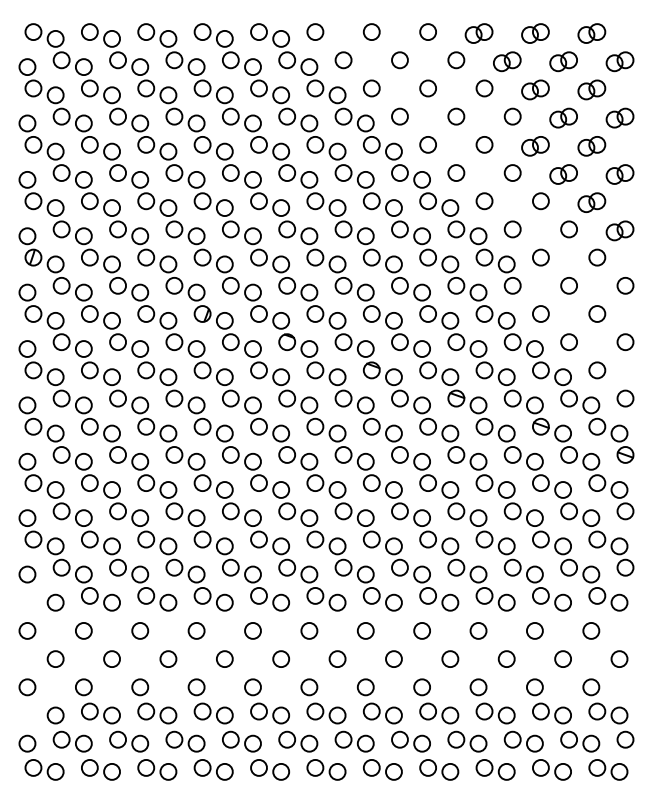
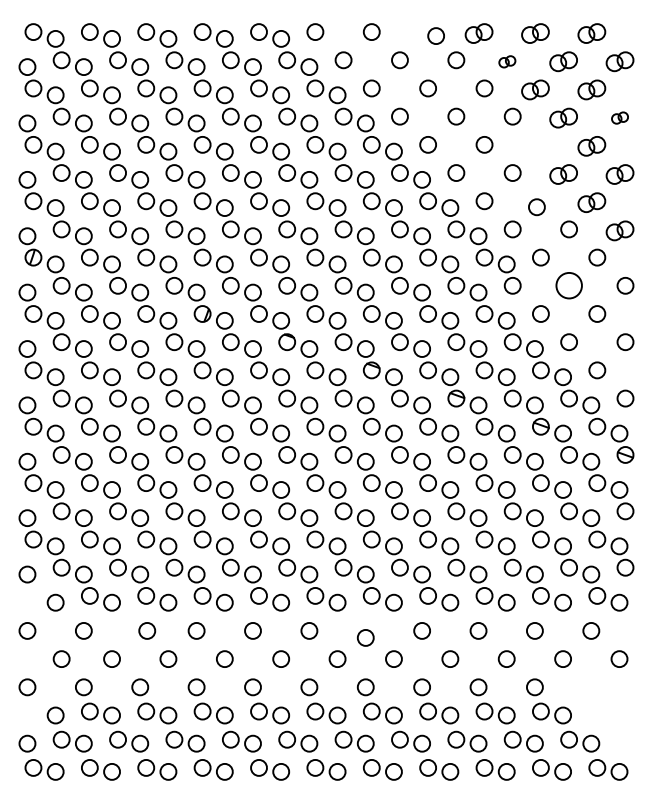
circle at (427, 31) position: (427, 31) -> (435, 35)
part at (507, 61) size: 29x22 px -> 19x14 px
part at (619, 117) size: 30x22 px -> 18x14 px
part at (535, 146): present -> none
circle at (540, 201) position: (540, 201) -> (536, 207)
circle at (568, 285) size: 18x18 px -> 28x28 px
circle at (140, 630) position: (140, 630) -> (147, 630)
circle at (365, 630) position: (365, 630) -> (365, 637)
circle at (55, 658) position: (55, 658) -> (61, 658)
part at (608, 713): present -> none
